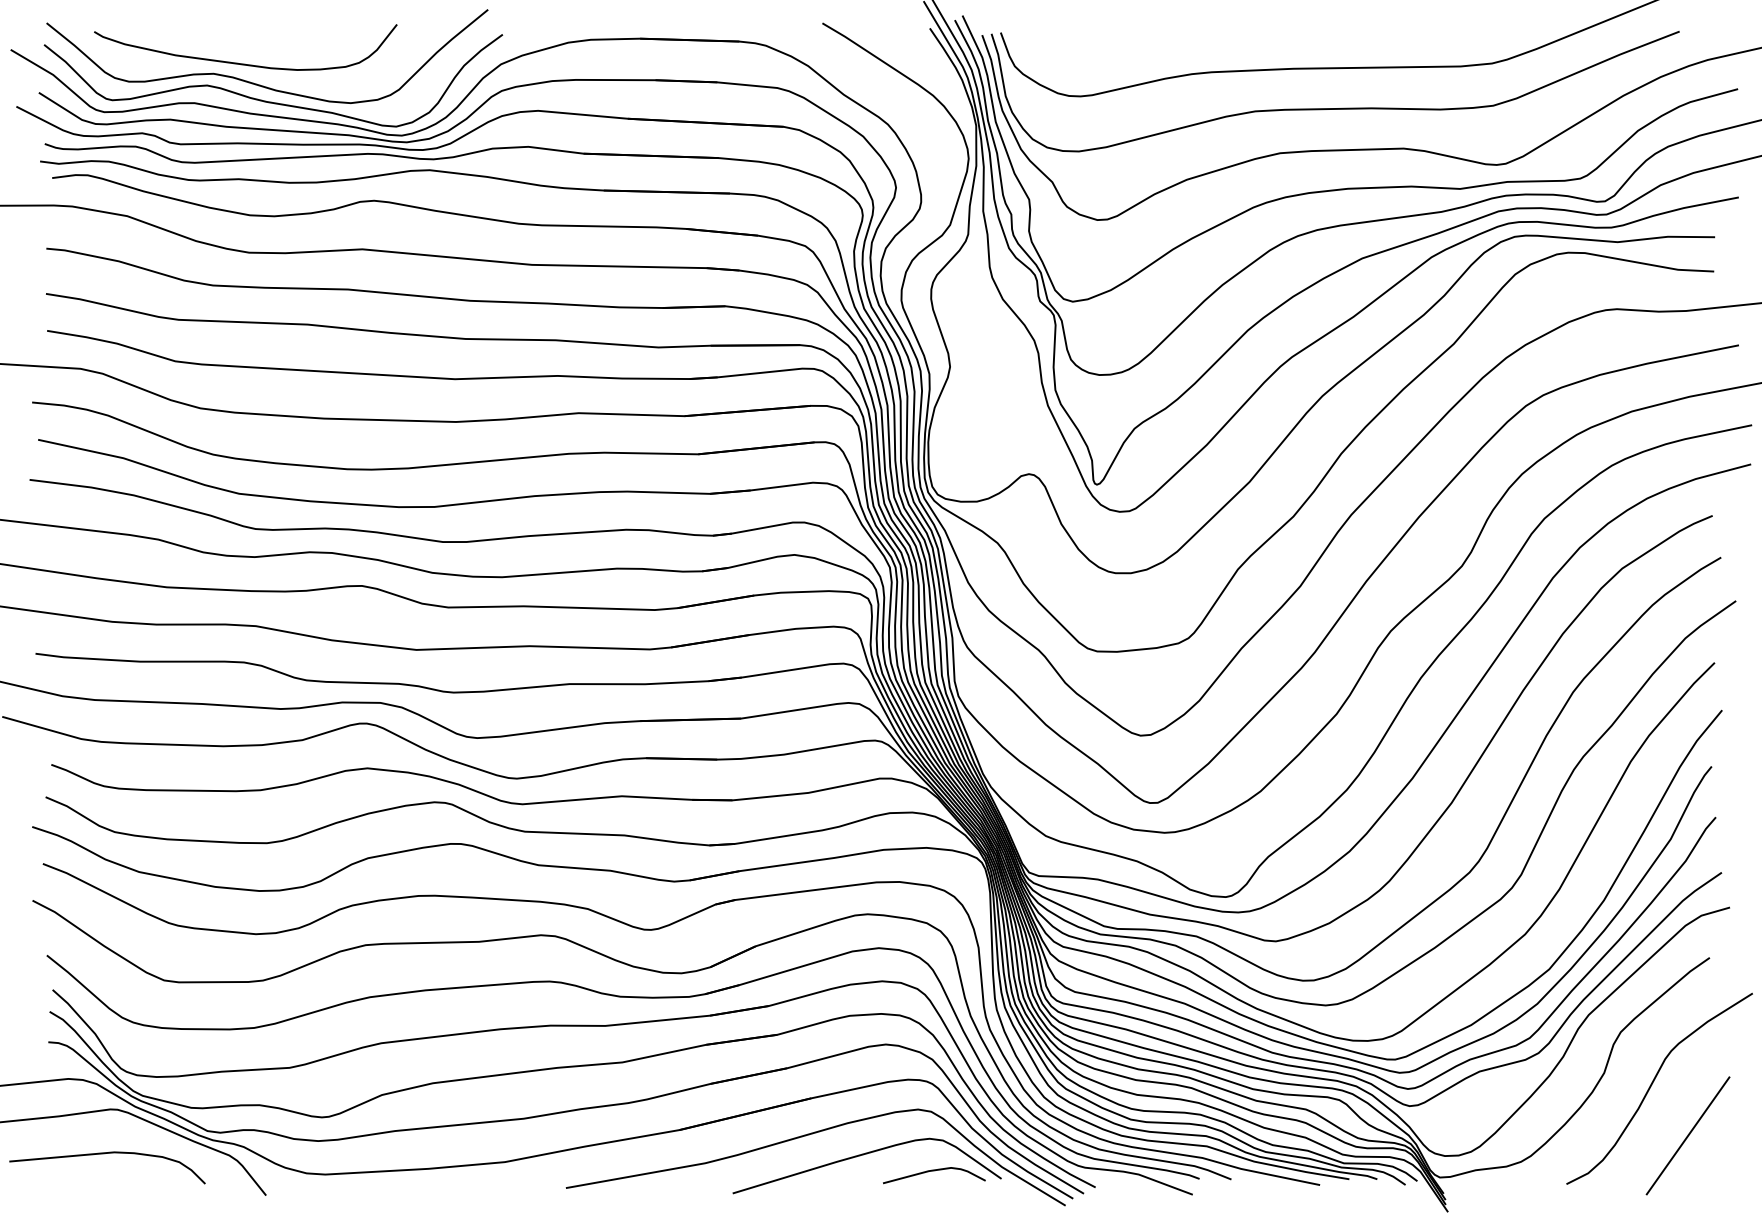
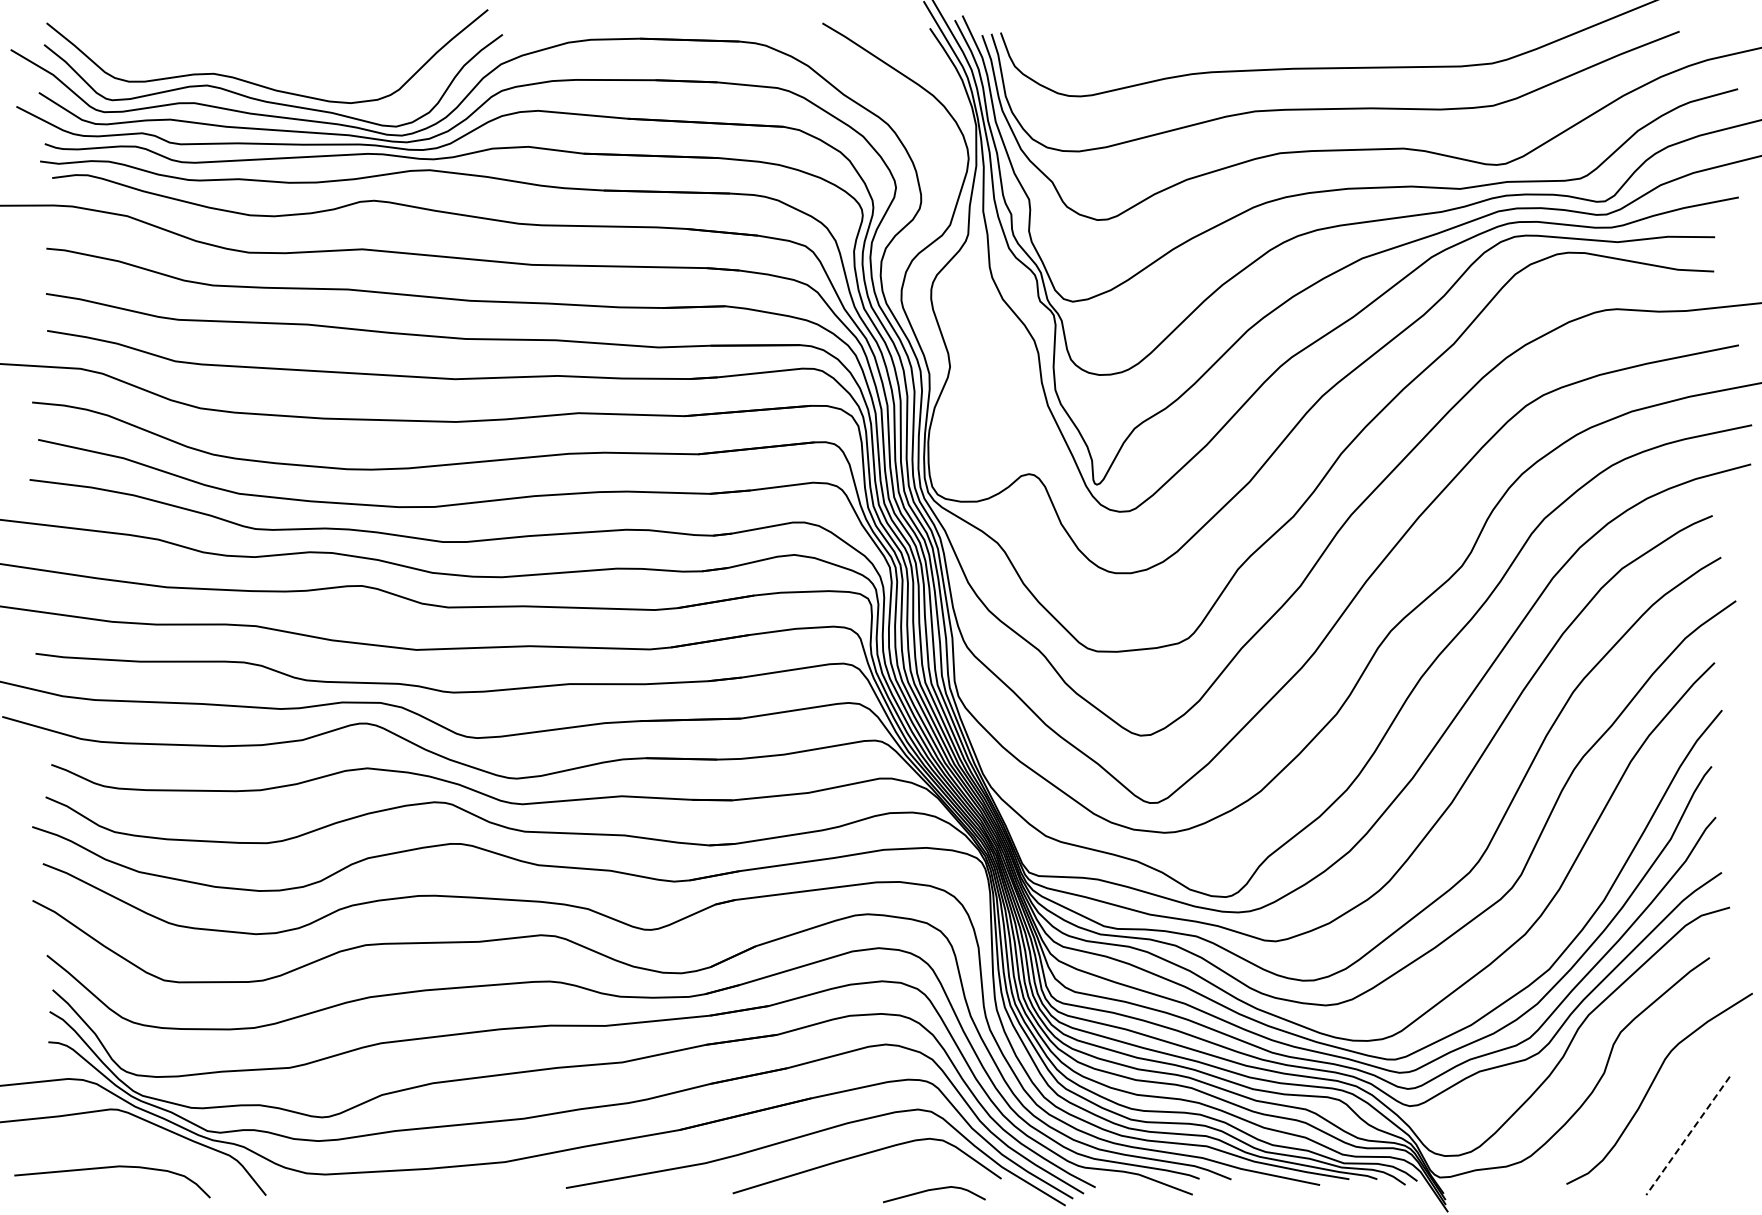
curve at (245, 63): present -> none
line at (1687, 1136): solid -> dashed
curve at (104, 1154) position: (104, 1154) -> (109, 1168)
curve at (934, 1171) position: (934, 1171) -> (934, 1190)
